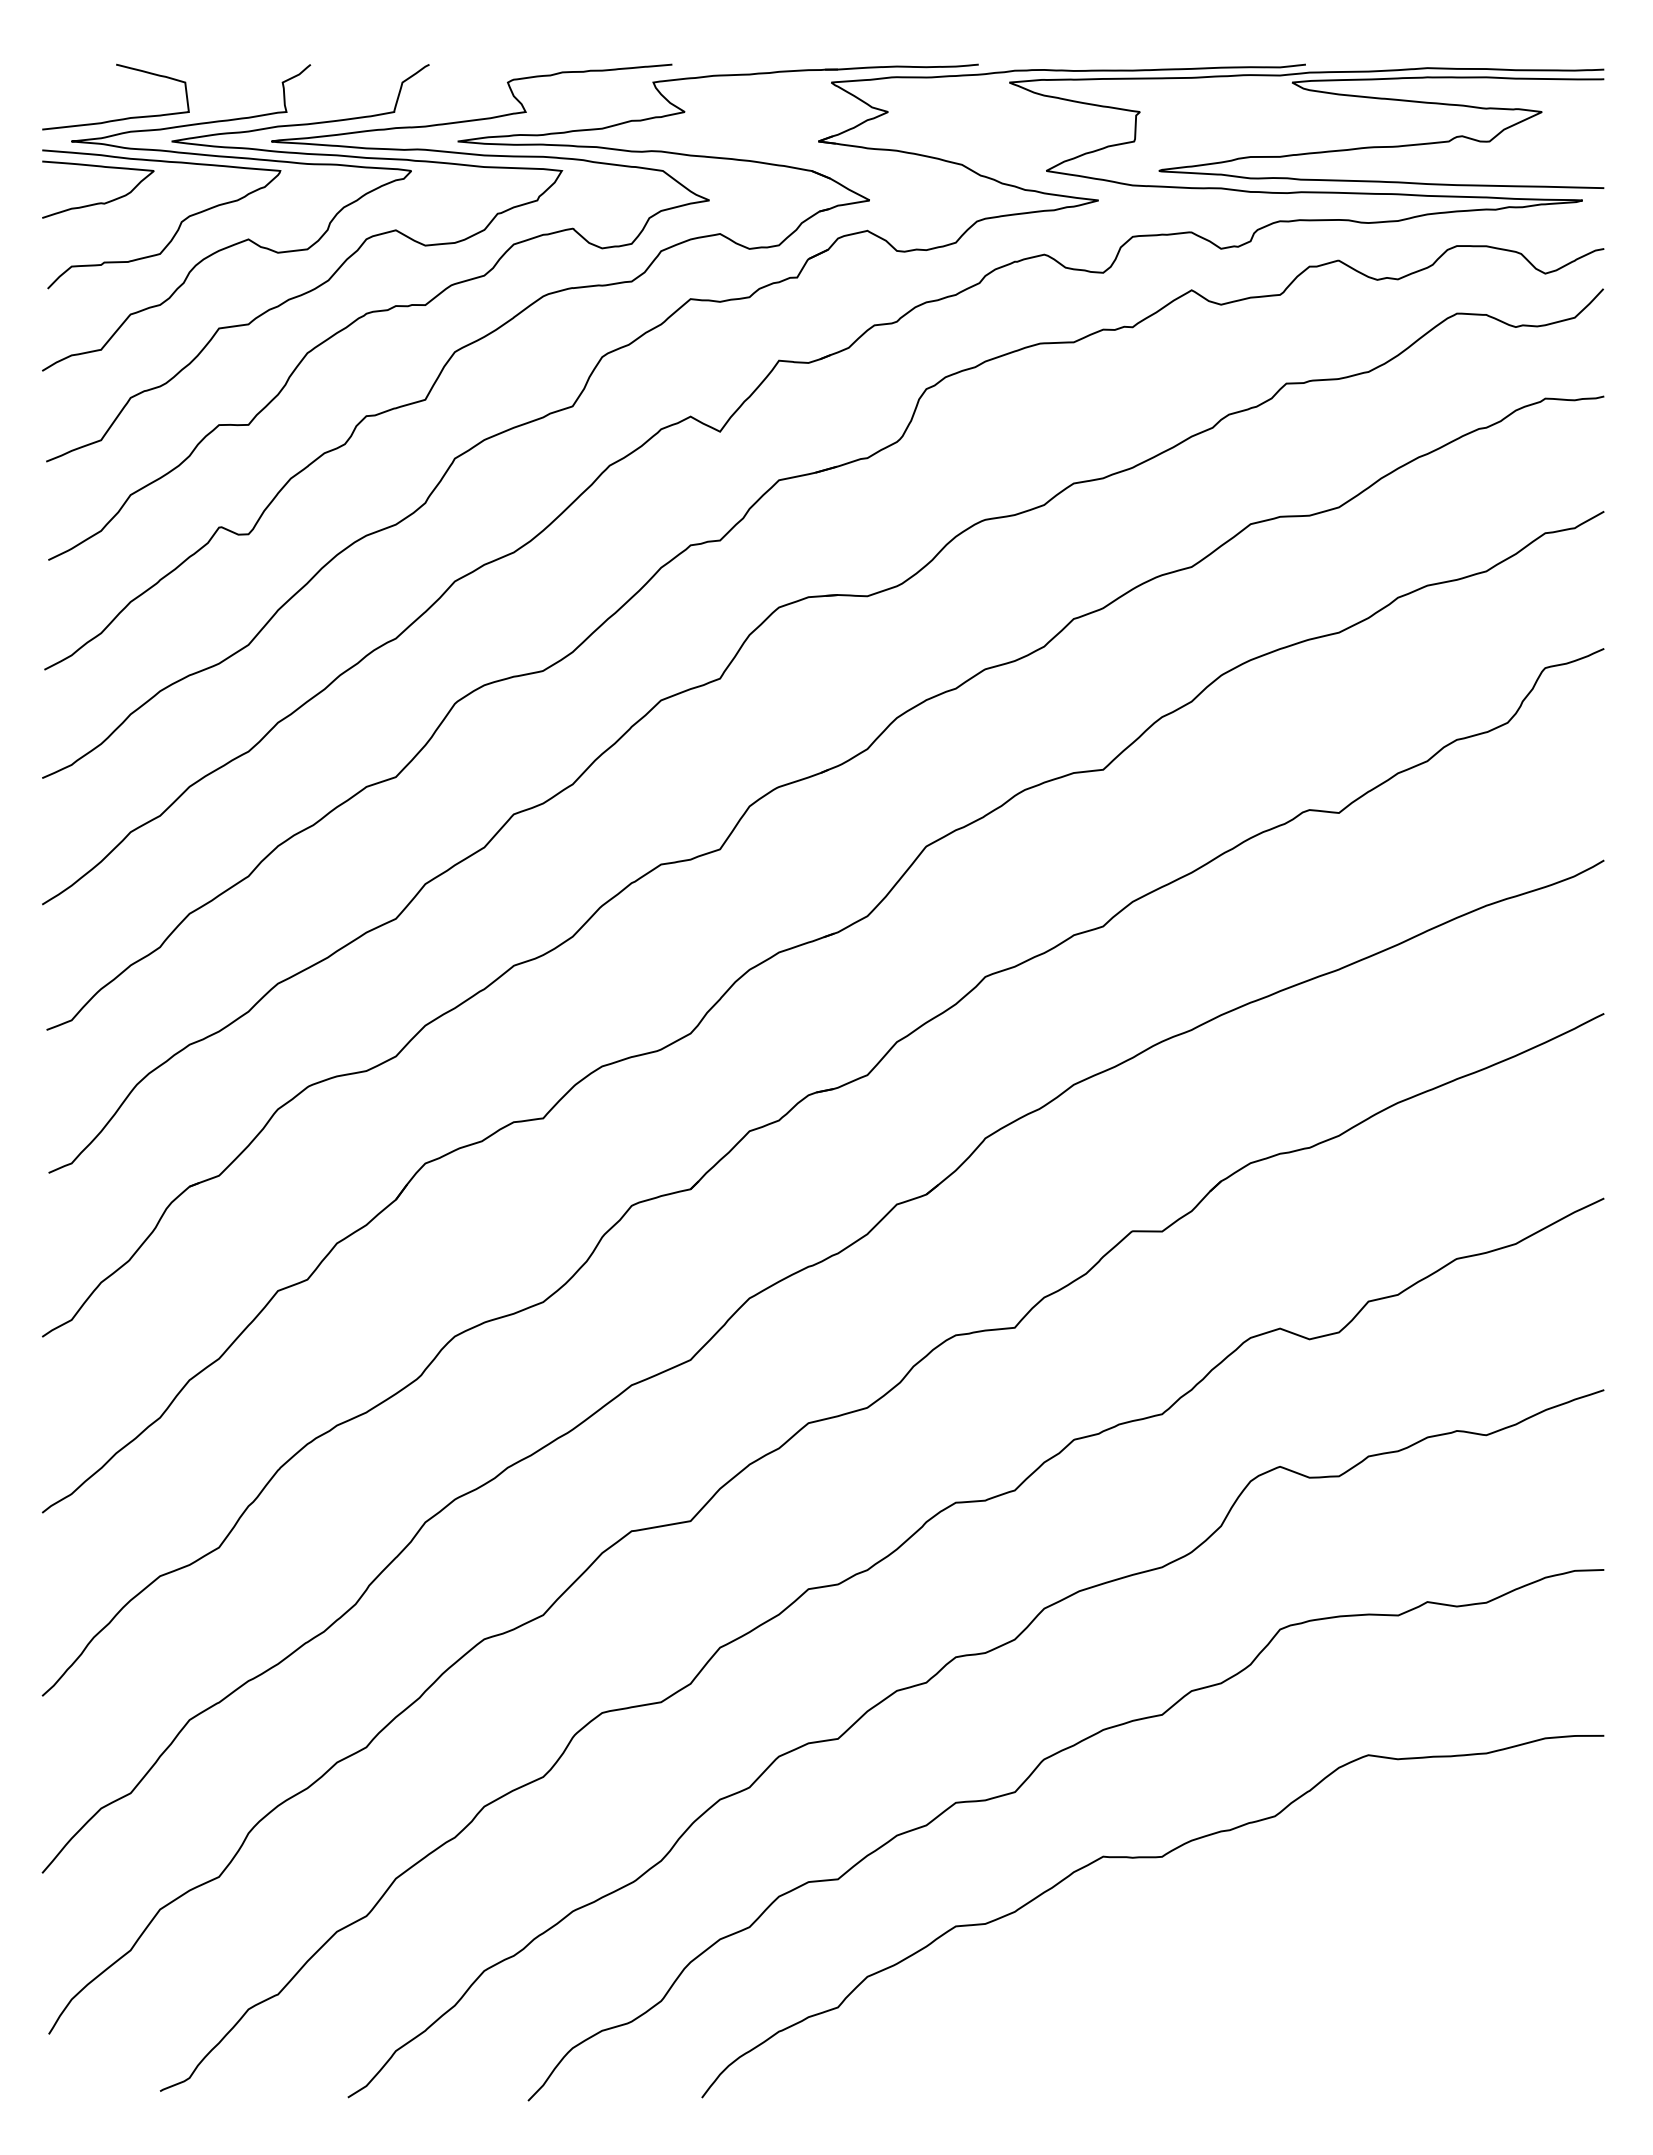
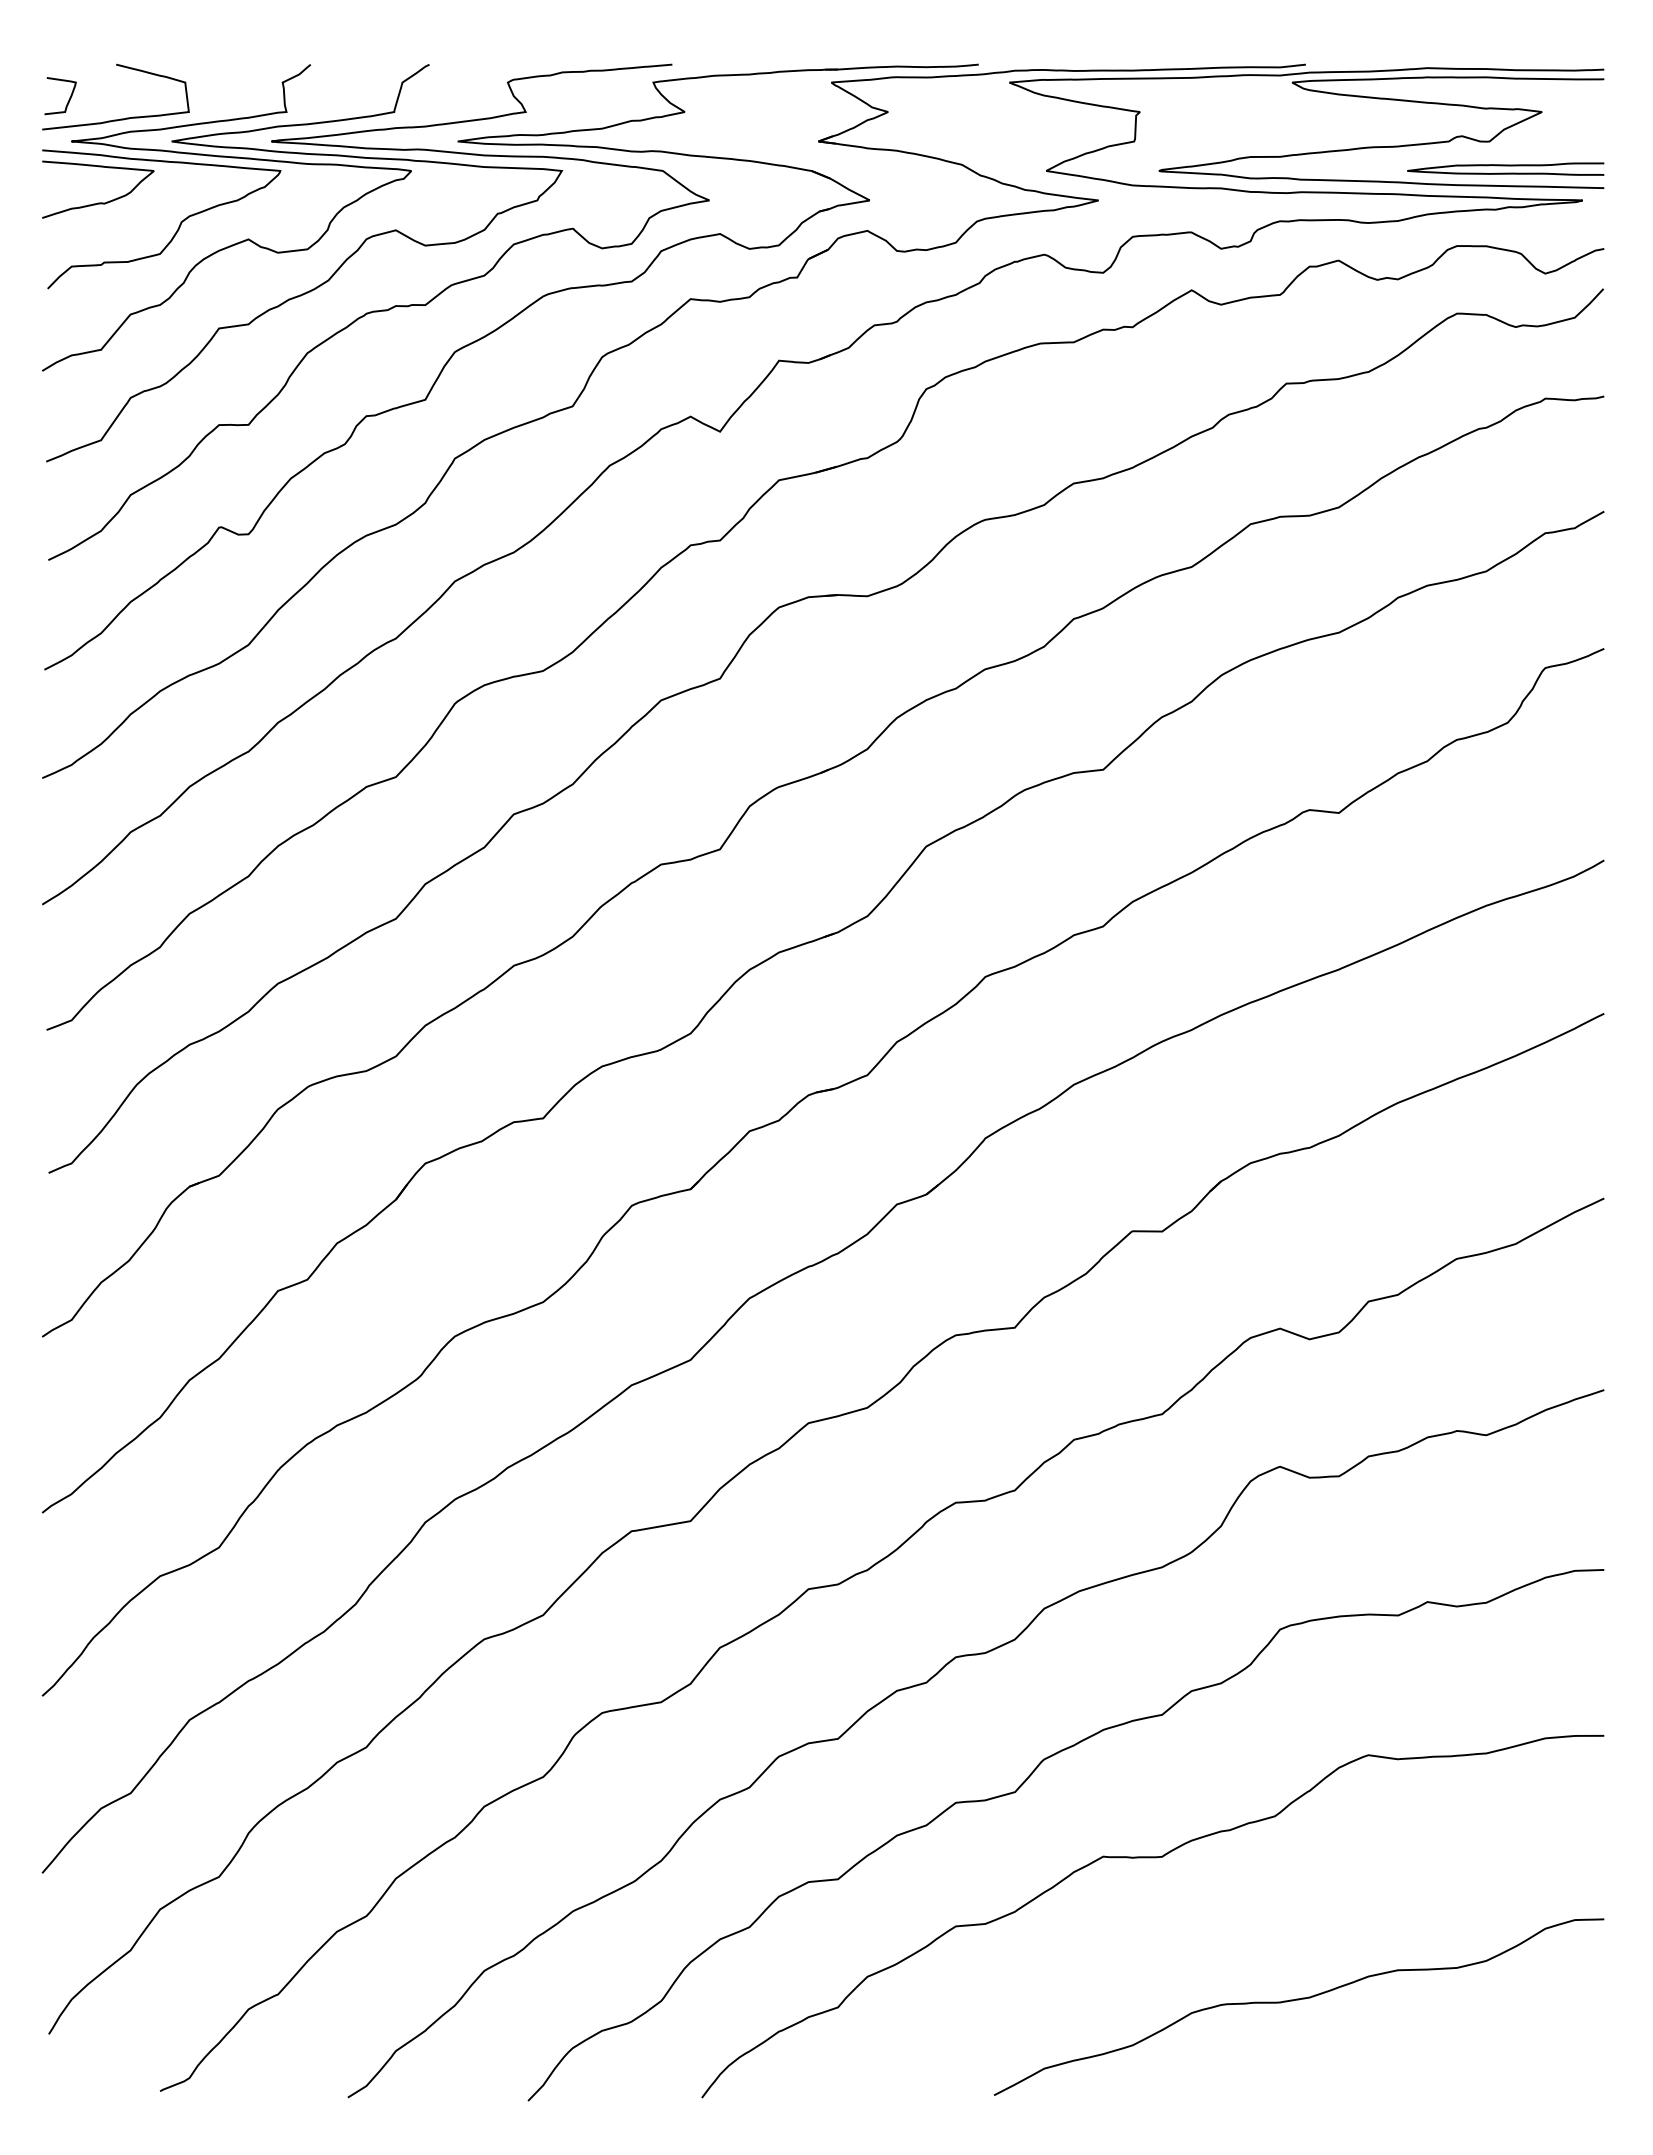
curve at (68, 99): none -> present
curve at (1505, 166): none -> present
curve at (1298, 2000): none -> present
